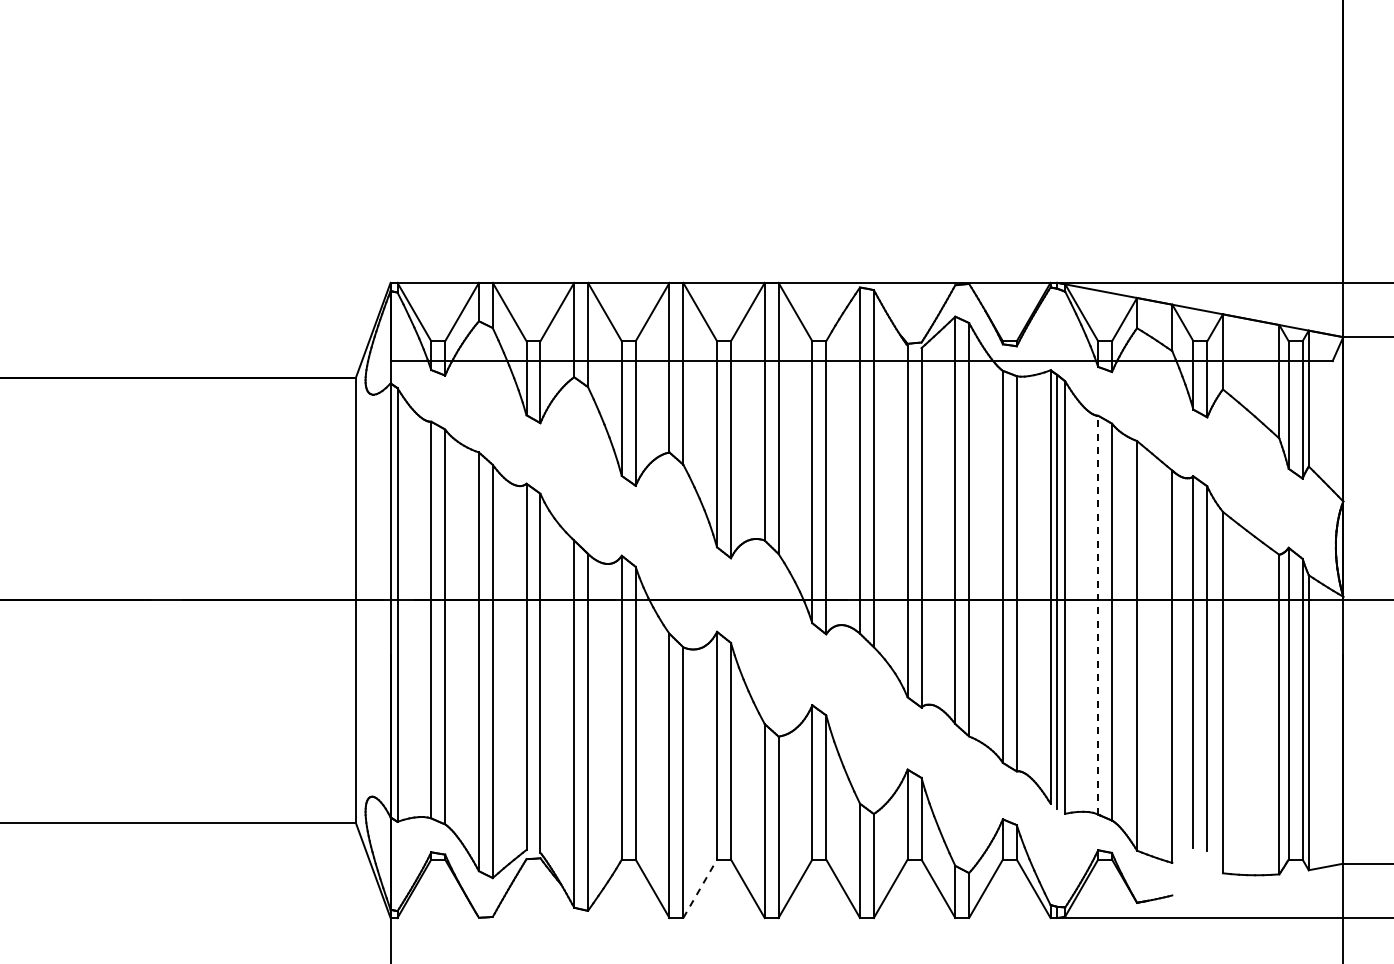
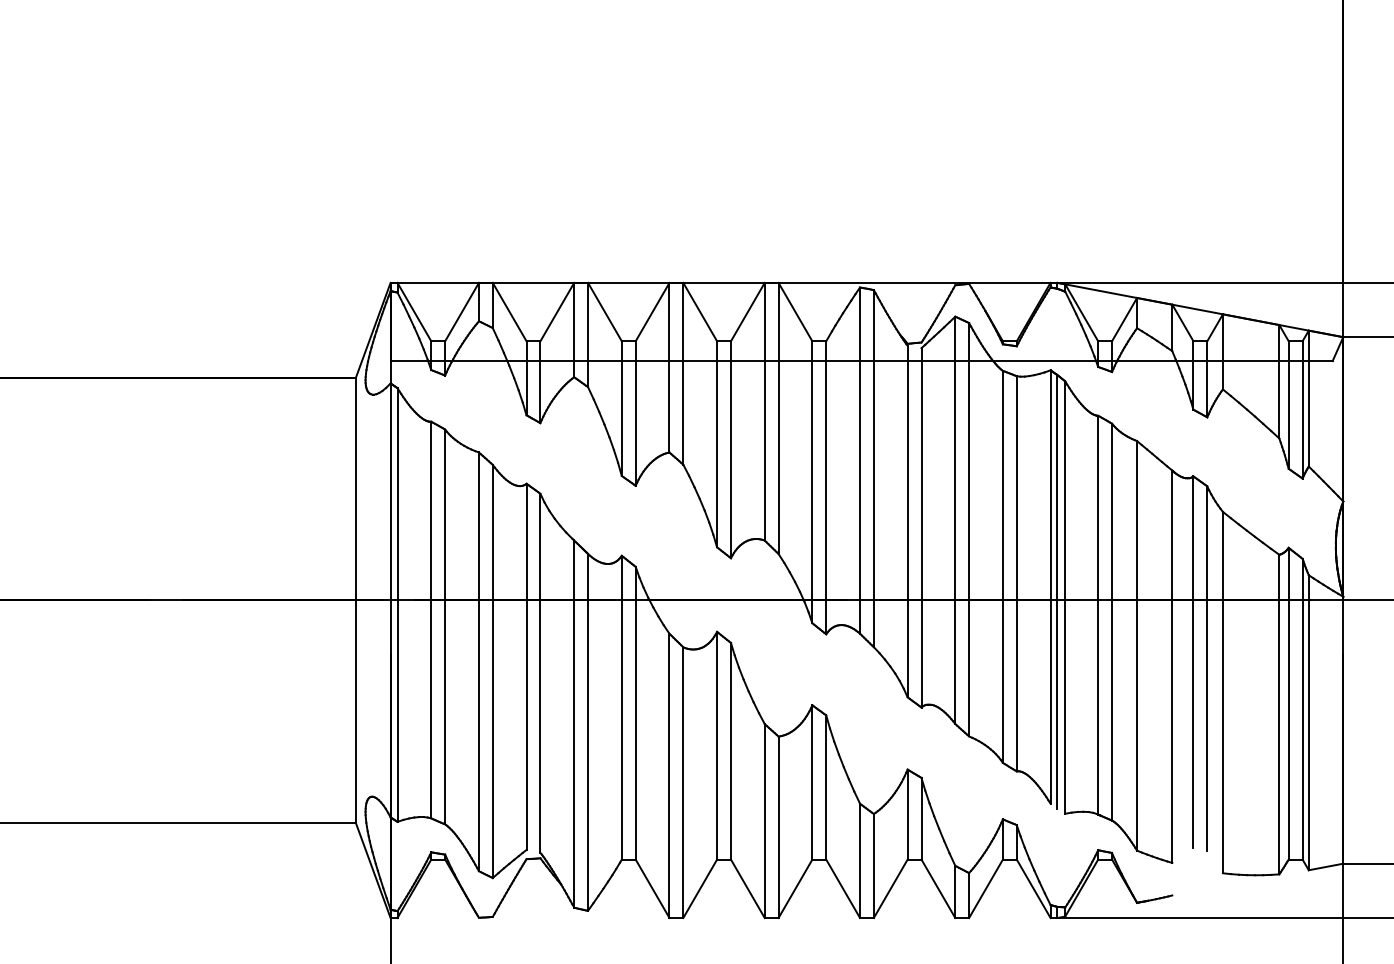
line at (1098, 614): dashed -> solid
line at (700, 888): dashed -> solid
